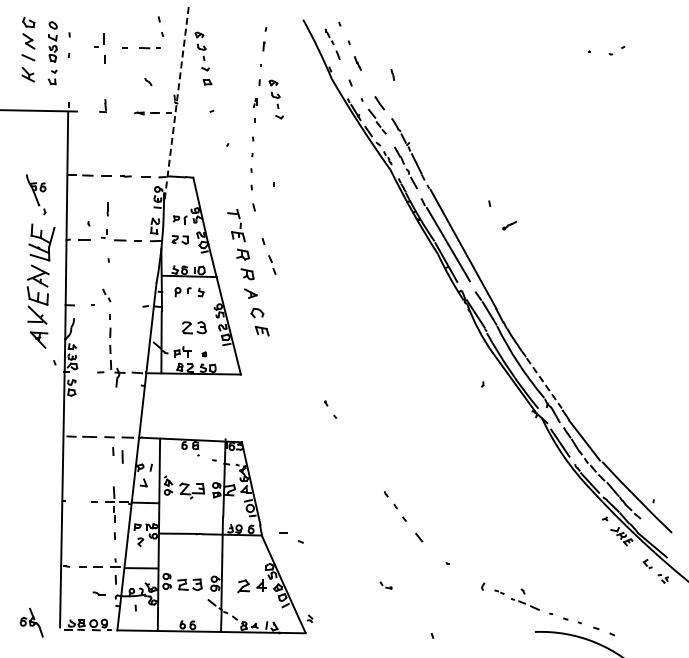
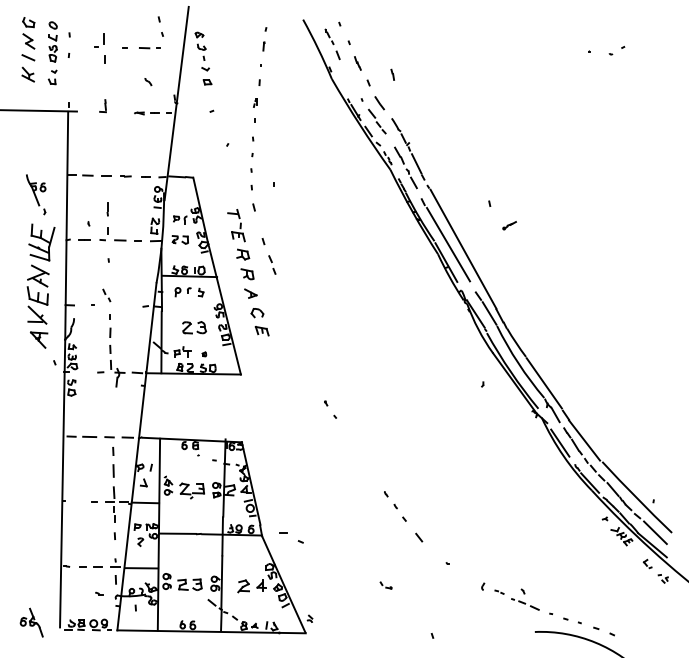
line at (350, 82) position: (350, 82) -> (368, 82)
part at (275, 99): present -> none
line at (176, 104): dashed -> solid
part at (104, 233) size: 7x10 px -> 10x15 px
line at (544, 383): dashed -> solid
line at (122, 456) position: (122, 456) -> (113, 470)
line at (655, 532): none -> present
part at (98, 593) size: 14x5 px -> 9x5 px
